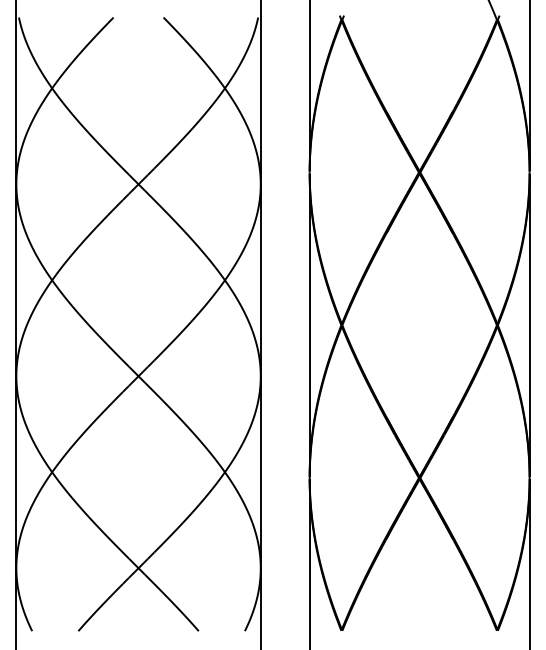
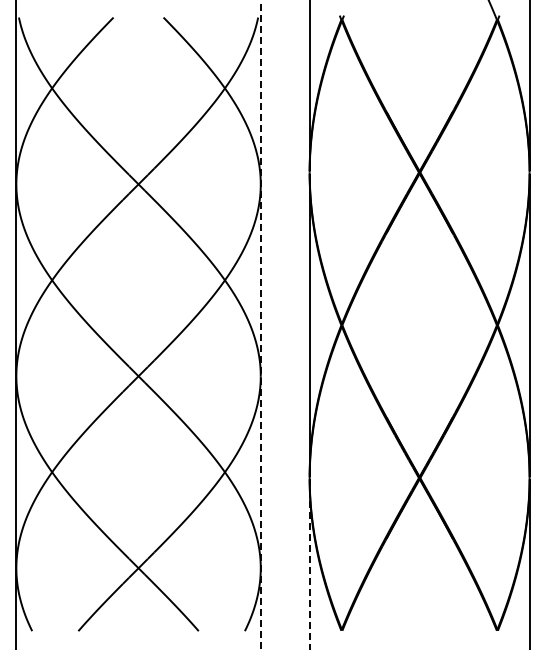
line at (260, 325): solid -> dashed
line at (309, 565): solid -> dashed
